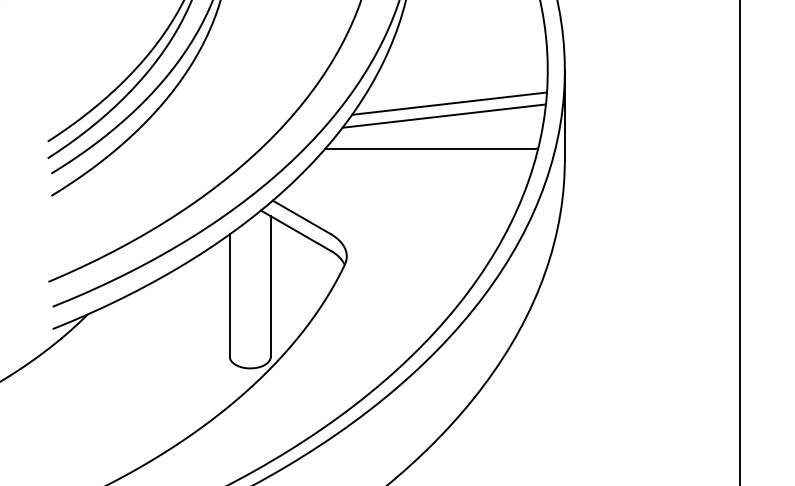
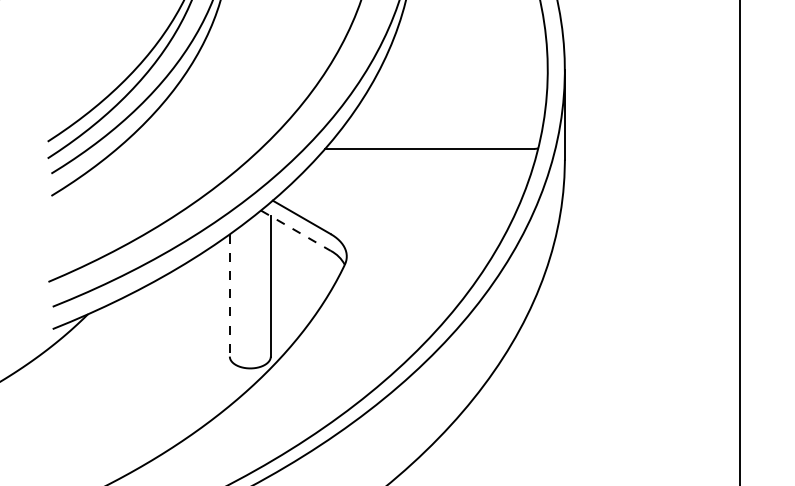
line at (449, 103): present -> none
line at (444, 115): present -> none
line at (296, 230): solid -> dashed
line at (229, 296): solid -> dashed
